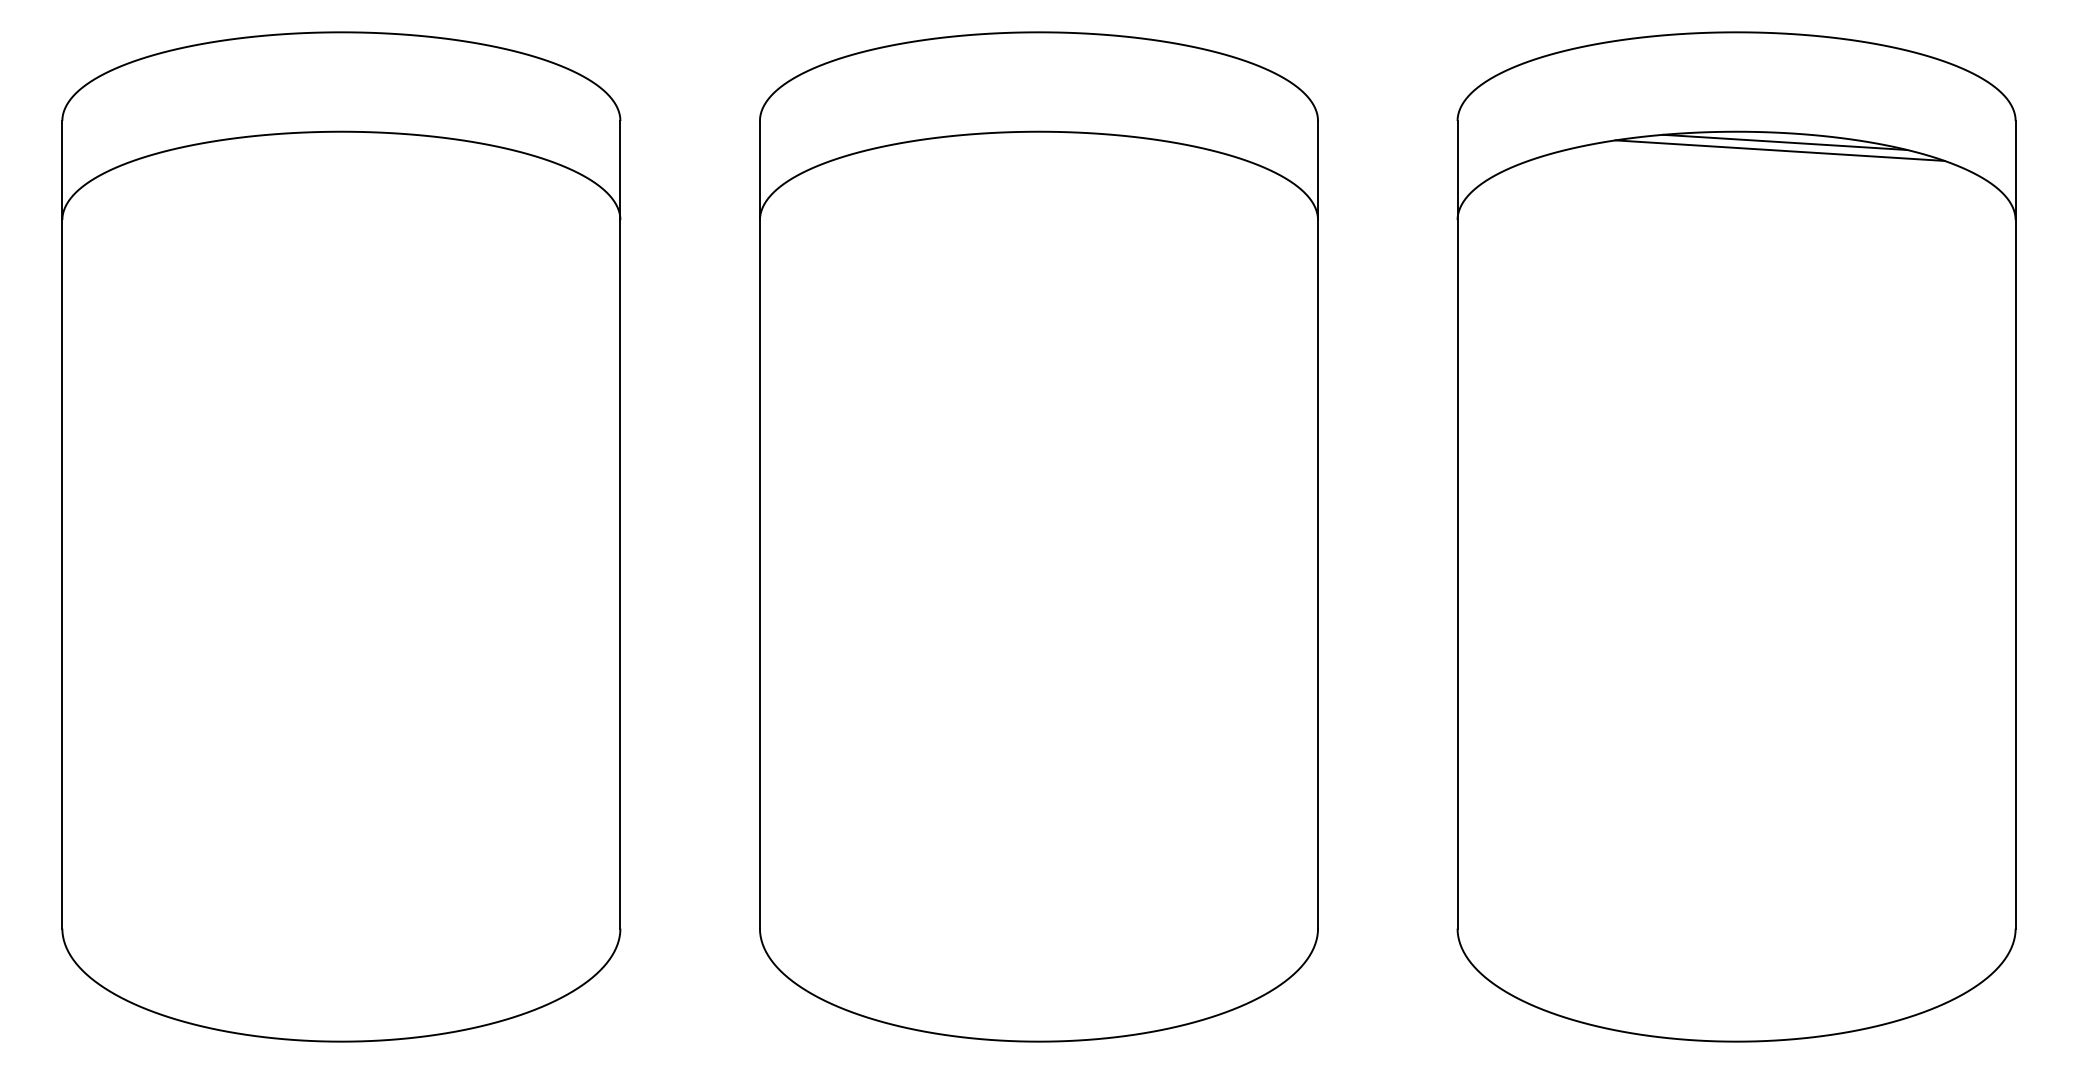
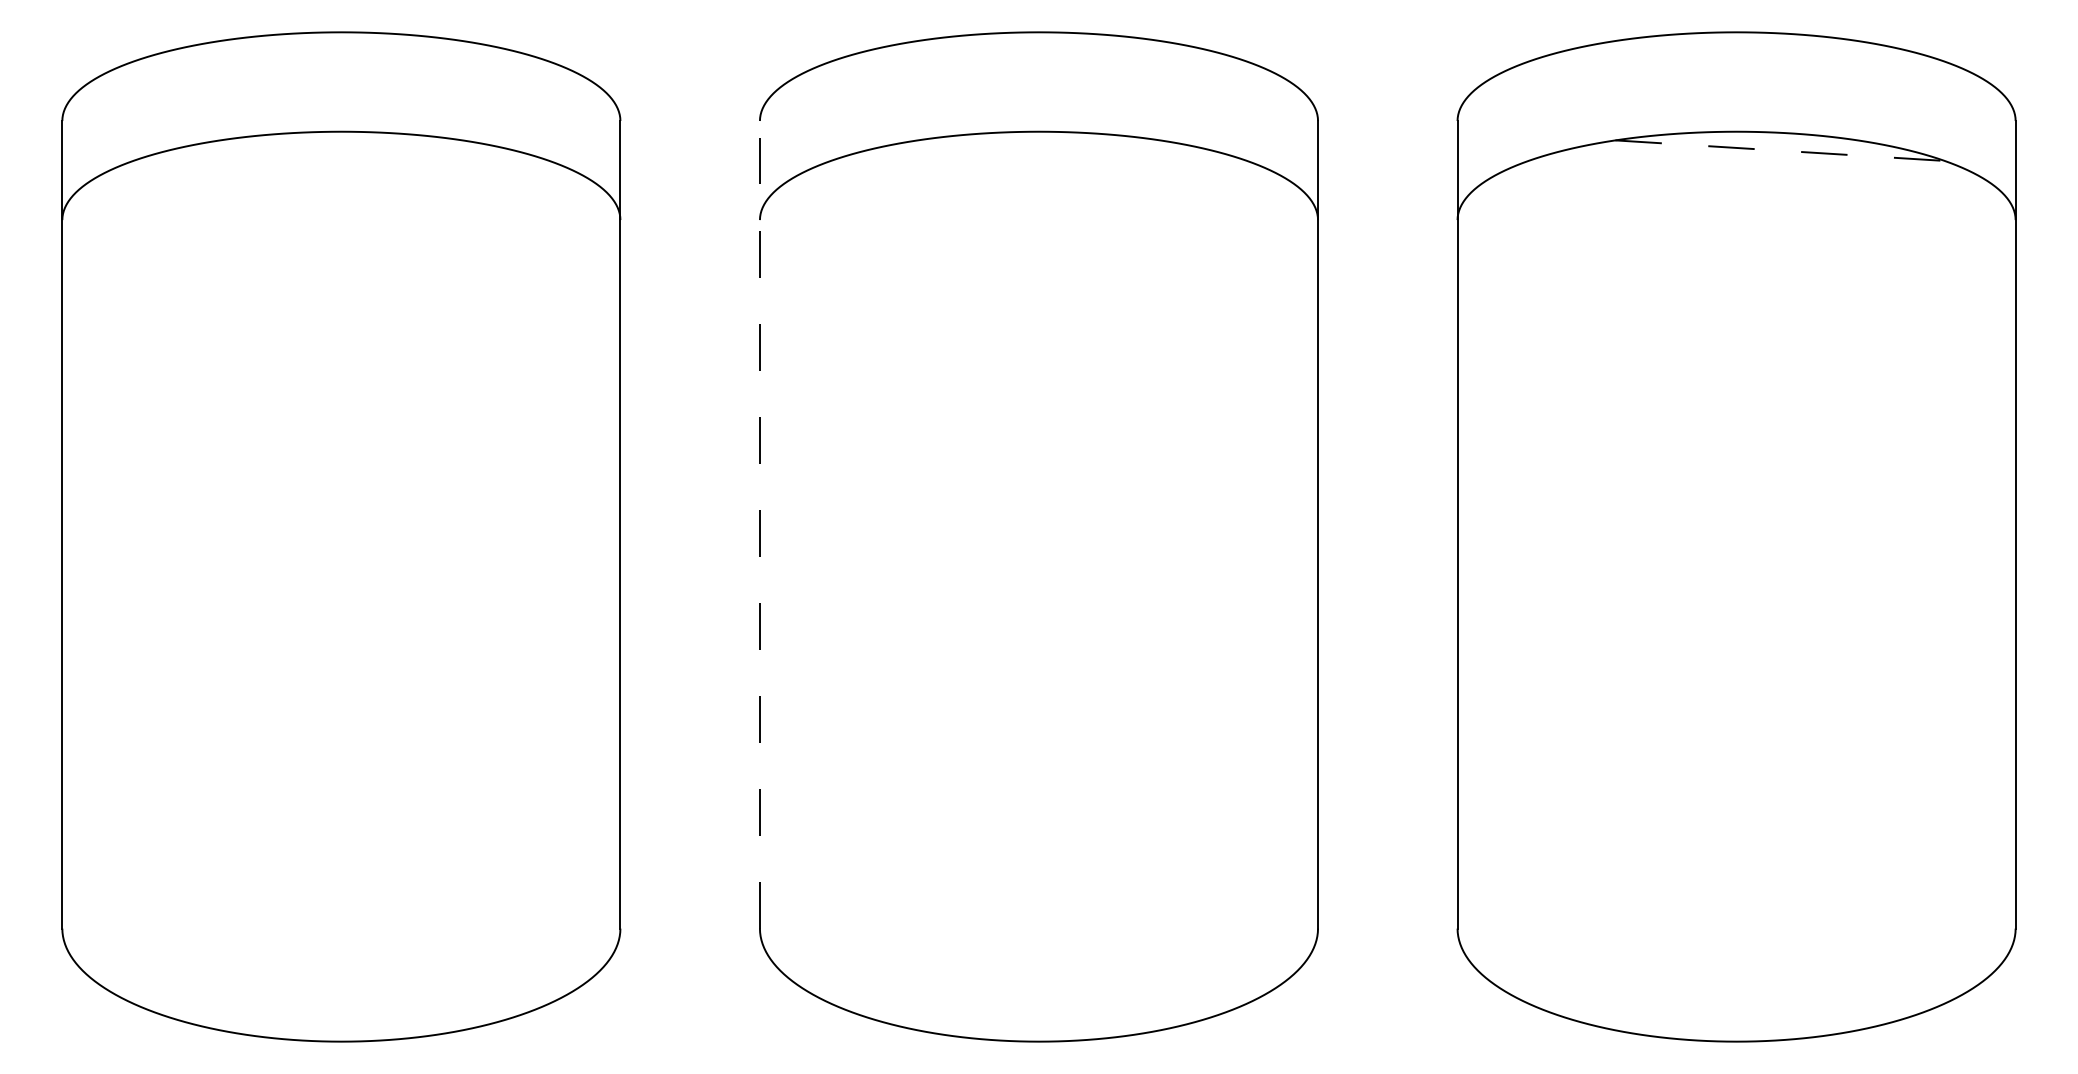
line at (1785, 142): present -> none
line at (1780, 150): solid -> dashed
line at (759, 524): solid -> dashed
